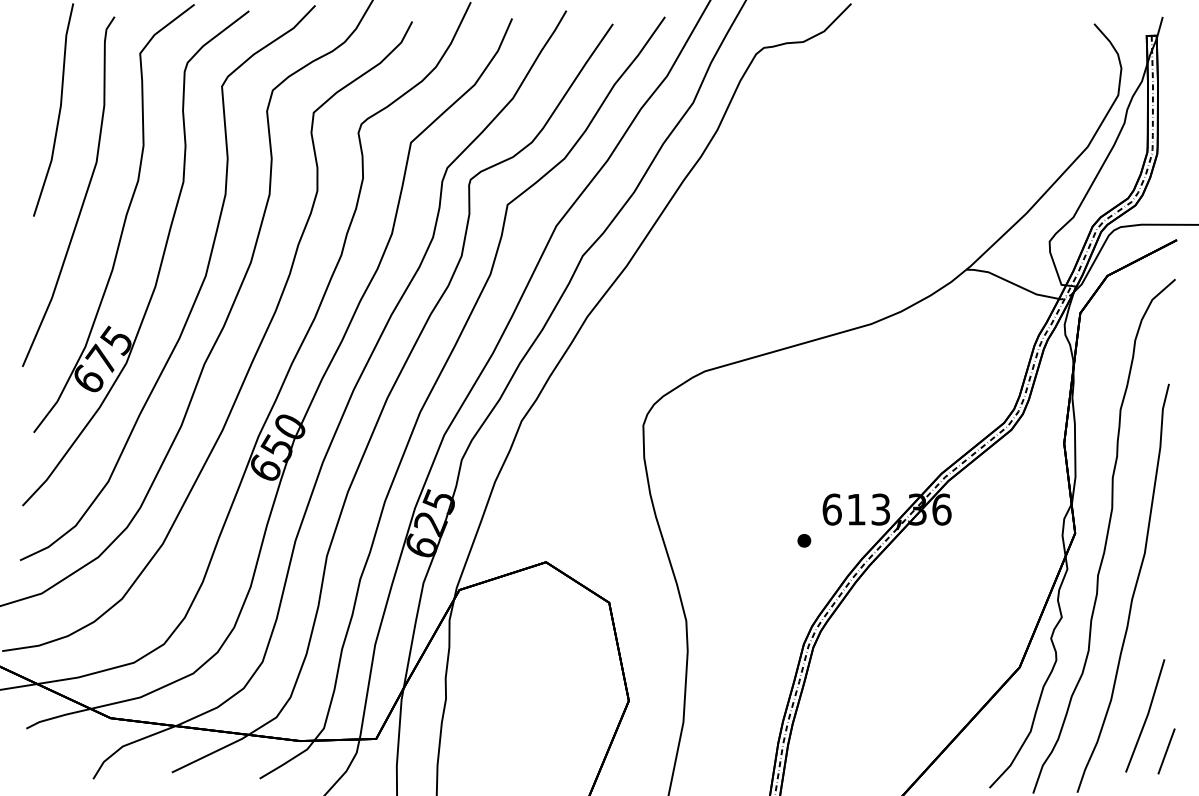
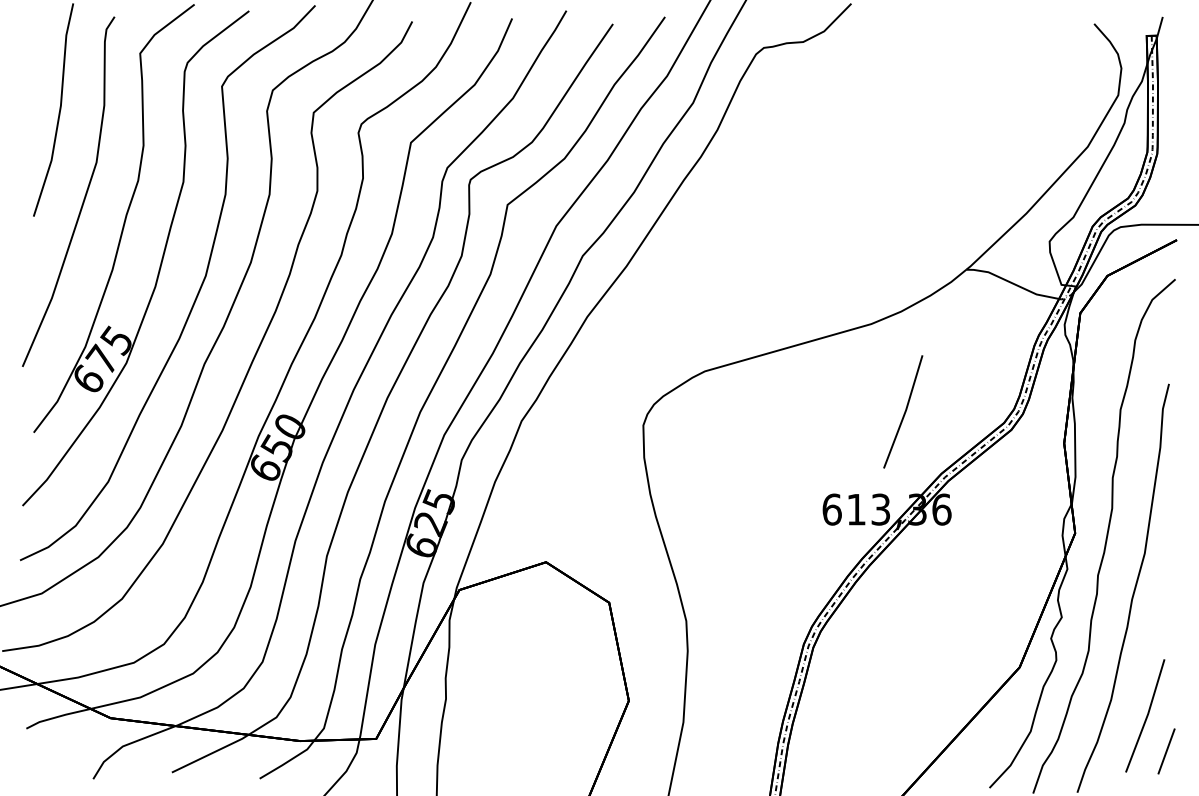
line at (904, 411): none -> present
part at (804, 540): present -> none
